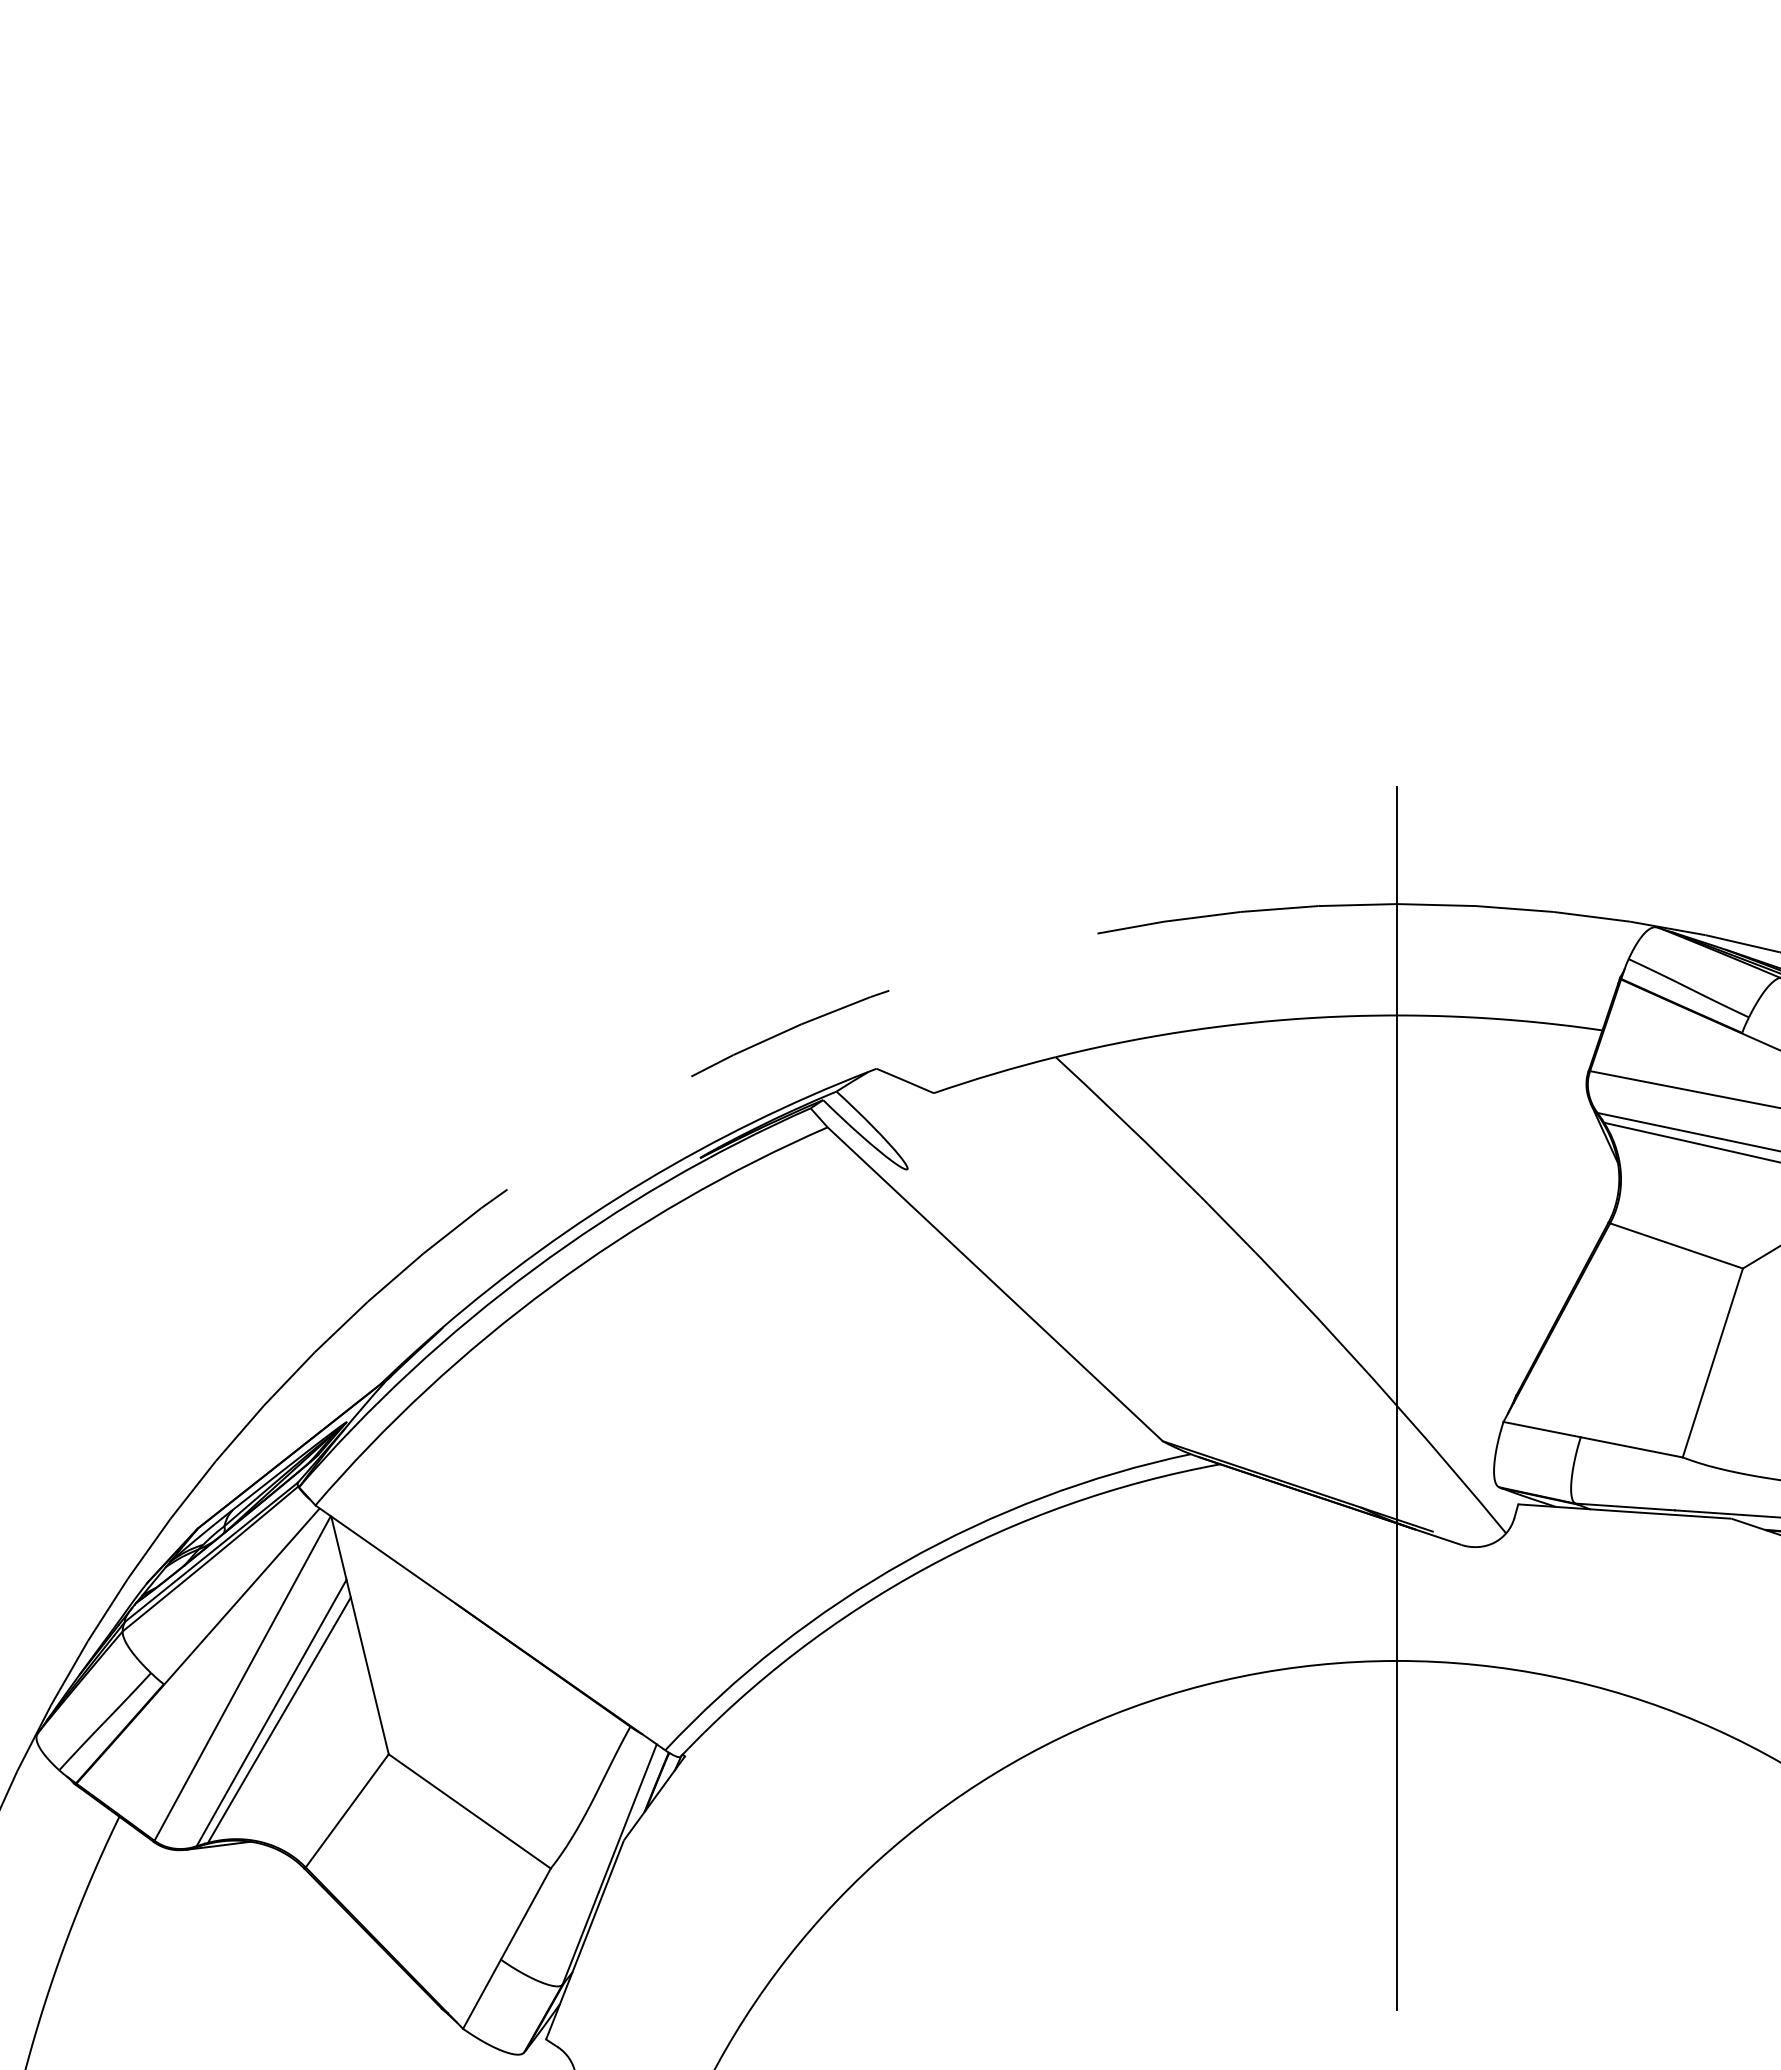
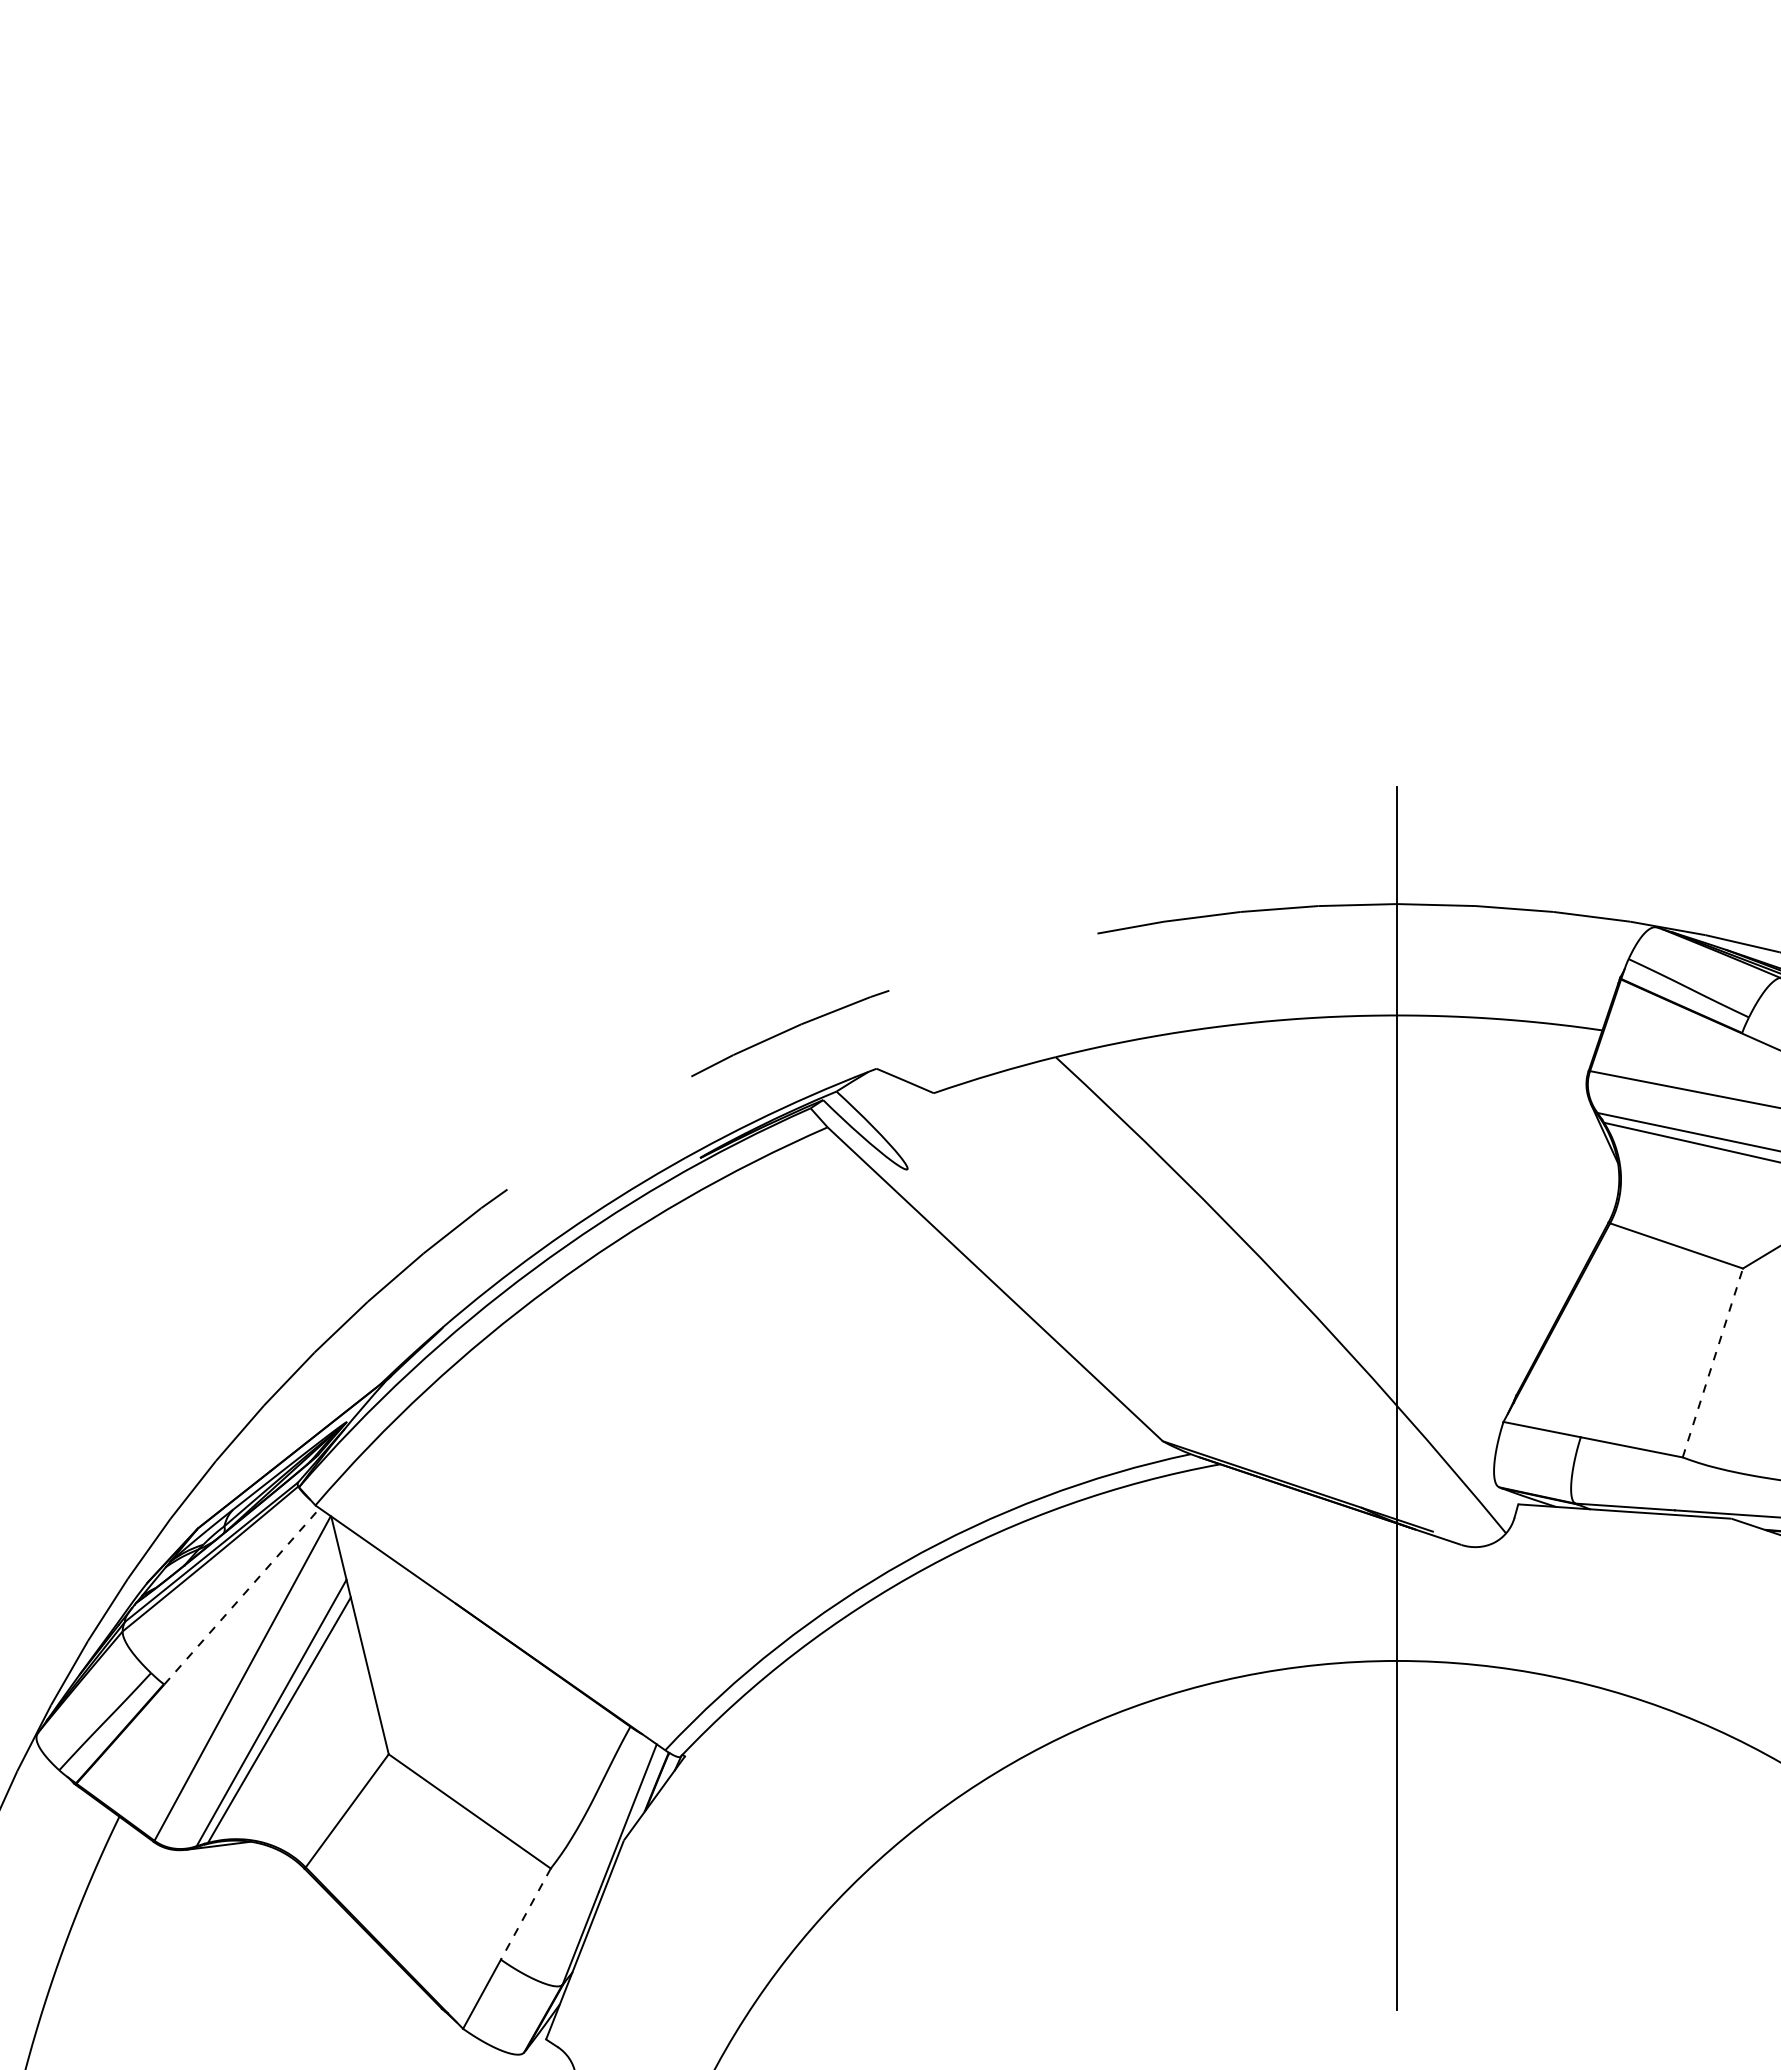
line at (1712, 1362): solid -> dashed
line at (242, 1596): solid -> dashed
line at (525, 1914): solid -> dashed
